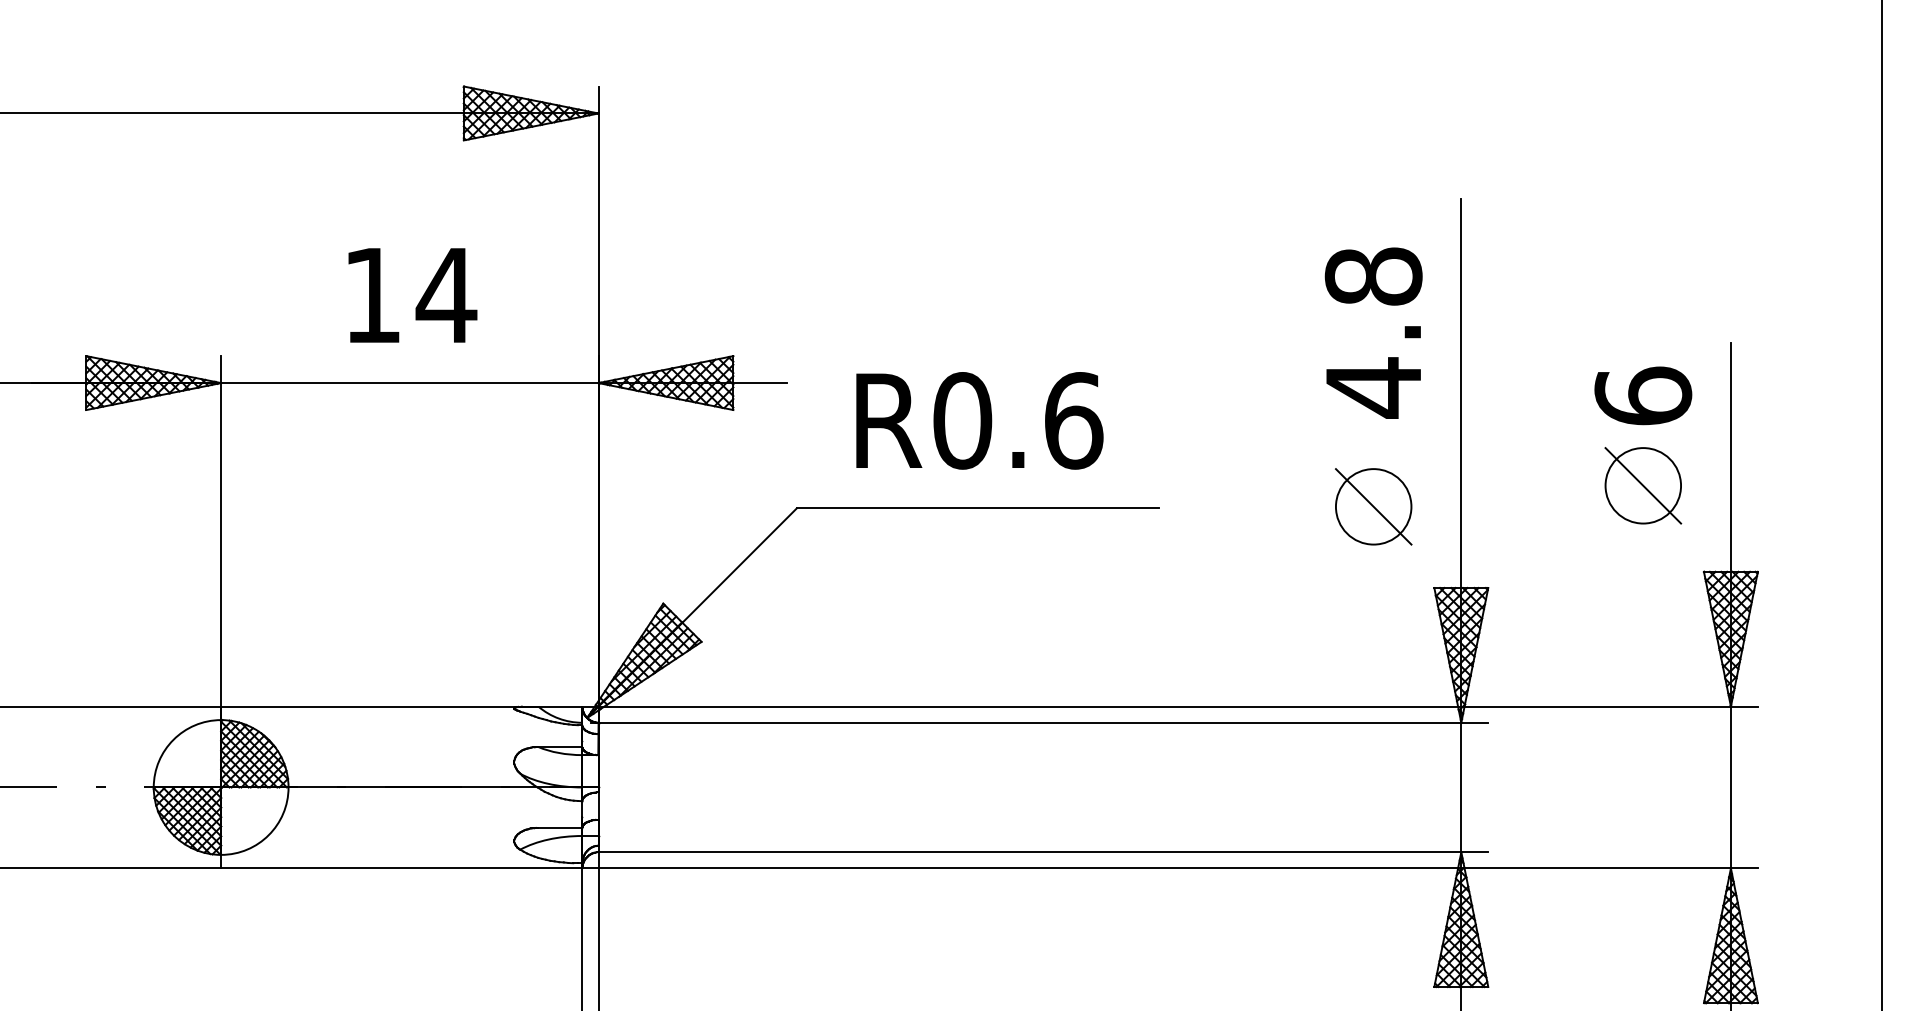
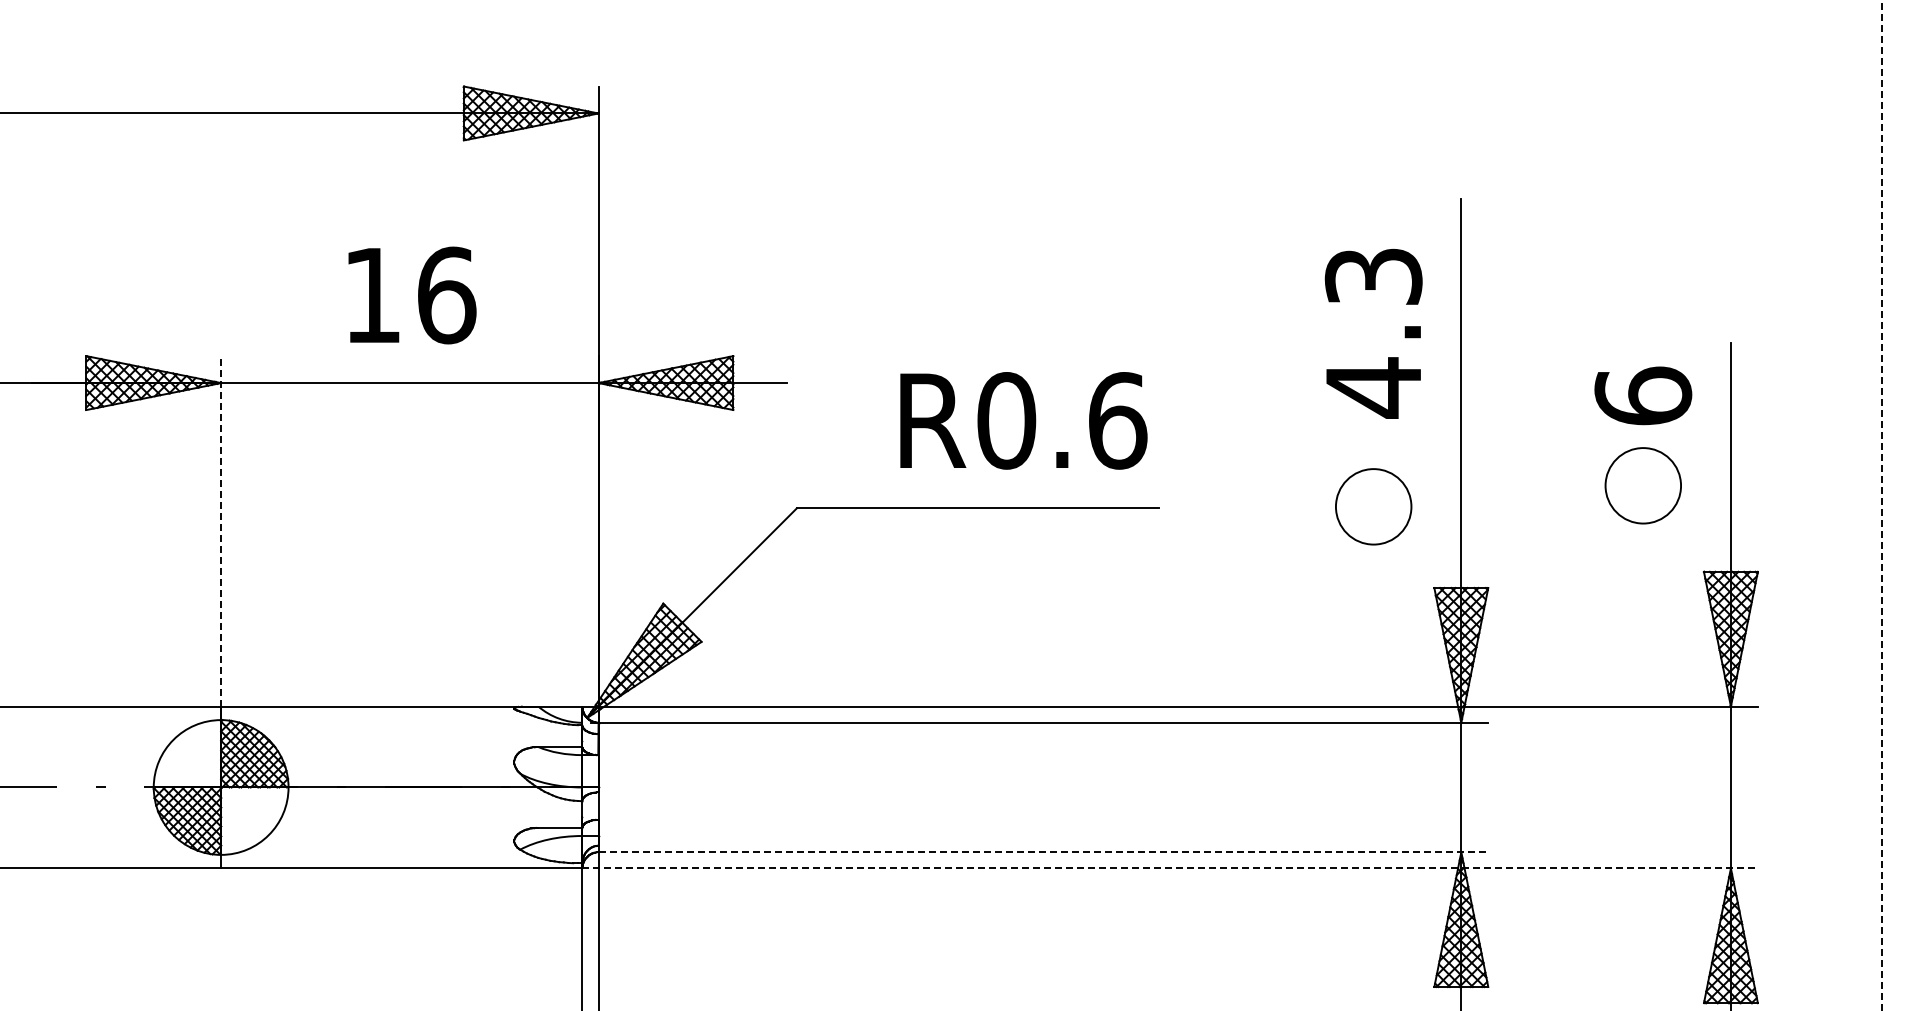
text at (1373, 276): 4.8 -> 4.3
text at (446, 295): 14 -> 16
text at (979, 420) position: (979, 420) -> (1023, 420)
line at (1643, 485): present -> none
line at (1881, 505): solid -> dashed
line at (1373, 506): present -> none
line at (221, 530): solid -> dashed
line at (1043, 852): solid -> dashed
line at (1170, 868): solid -> dashed
